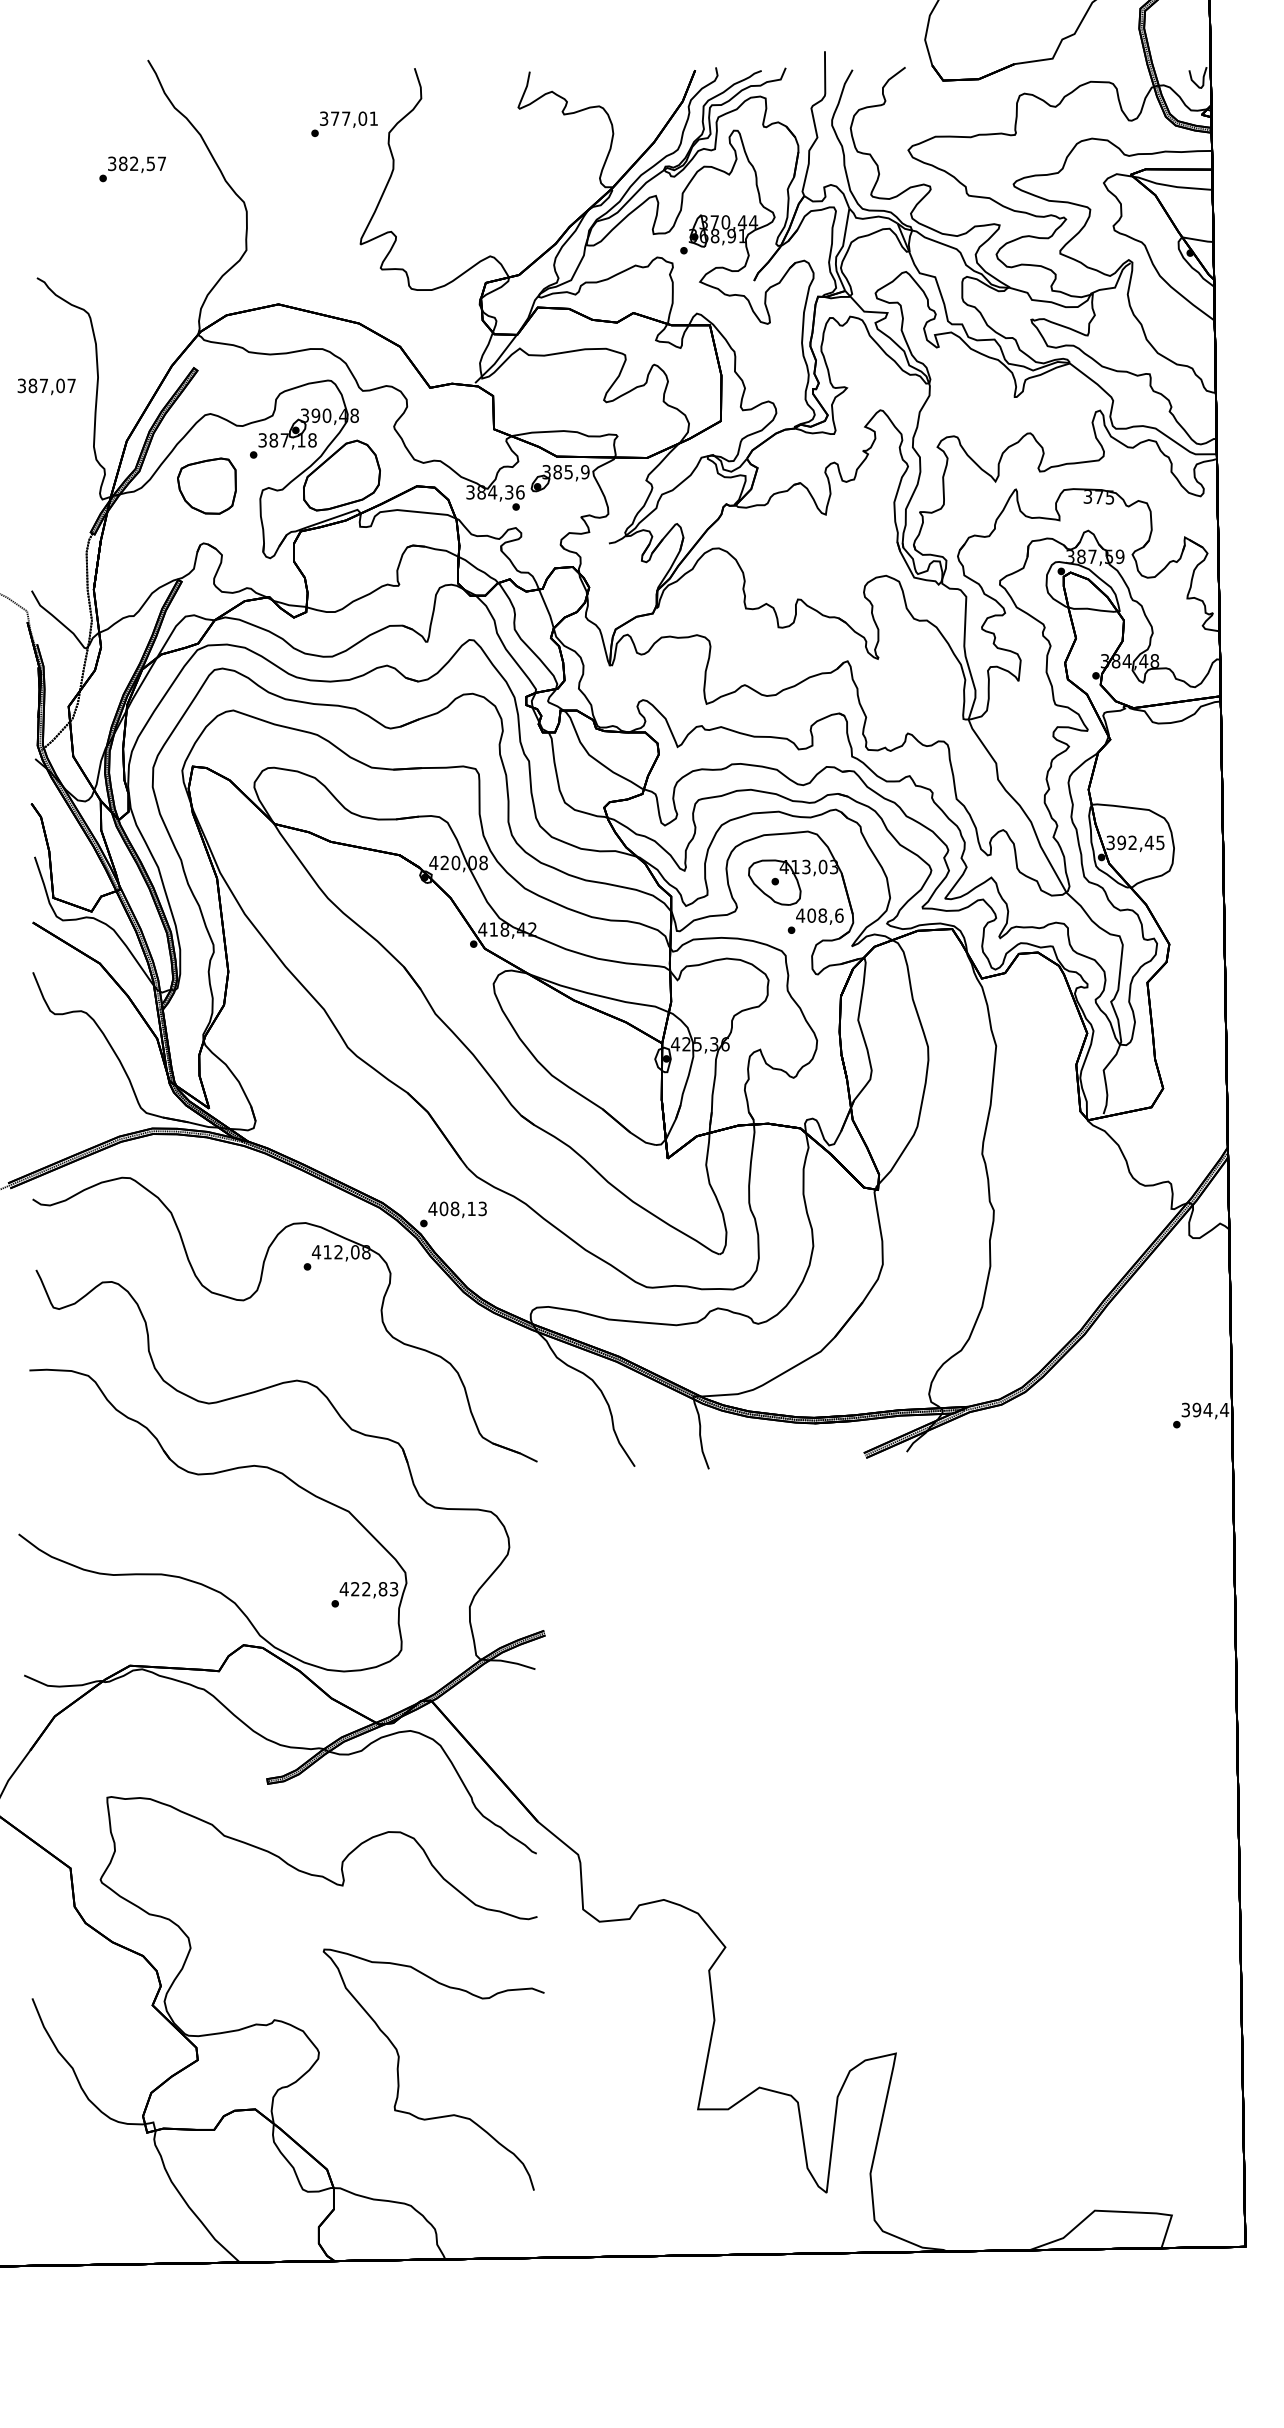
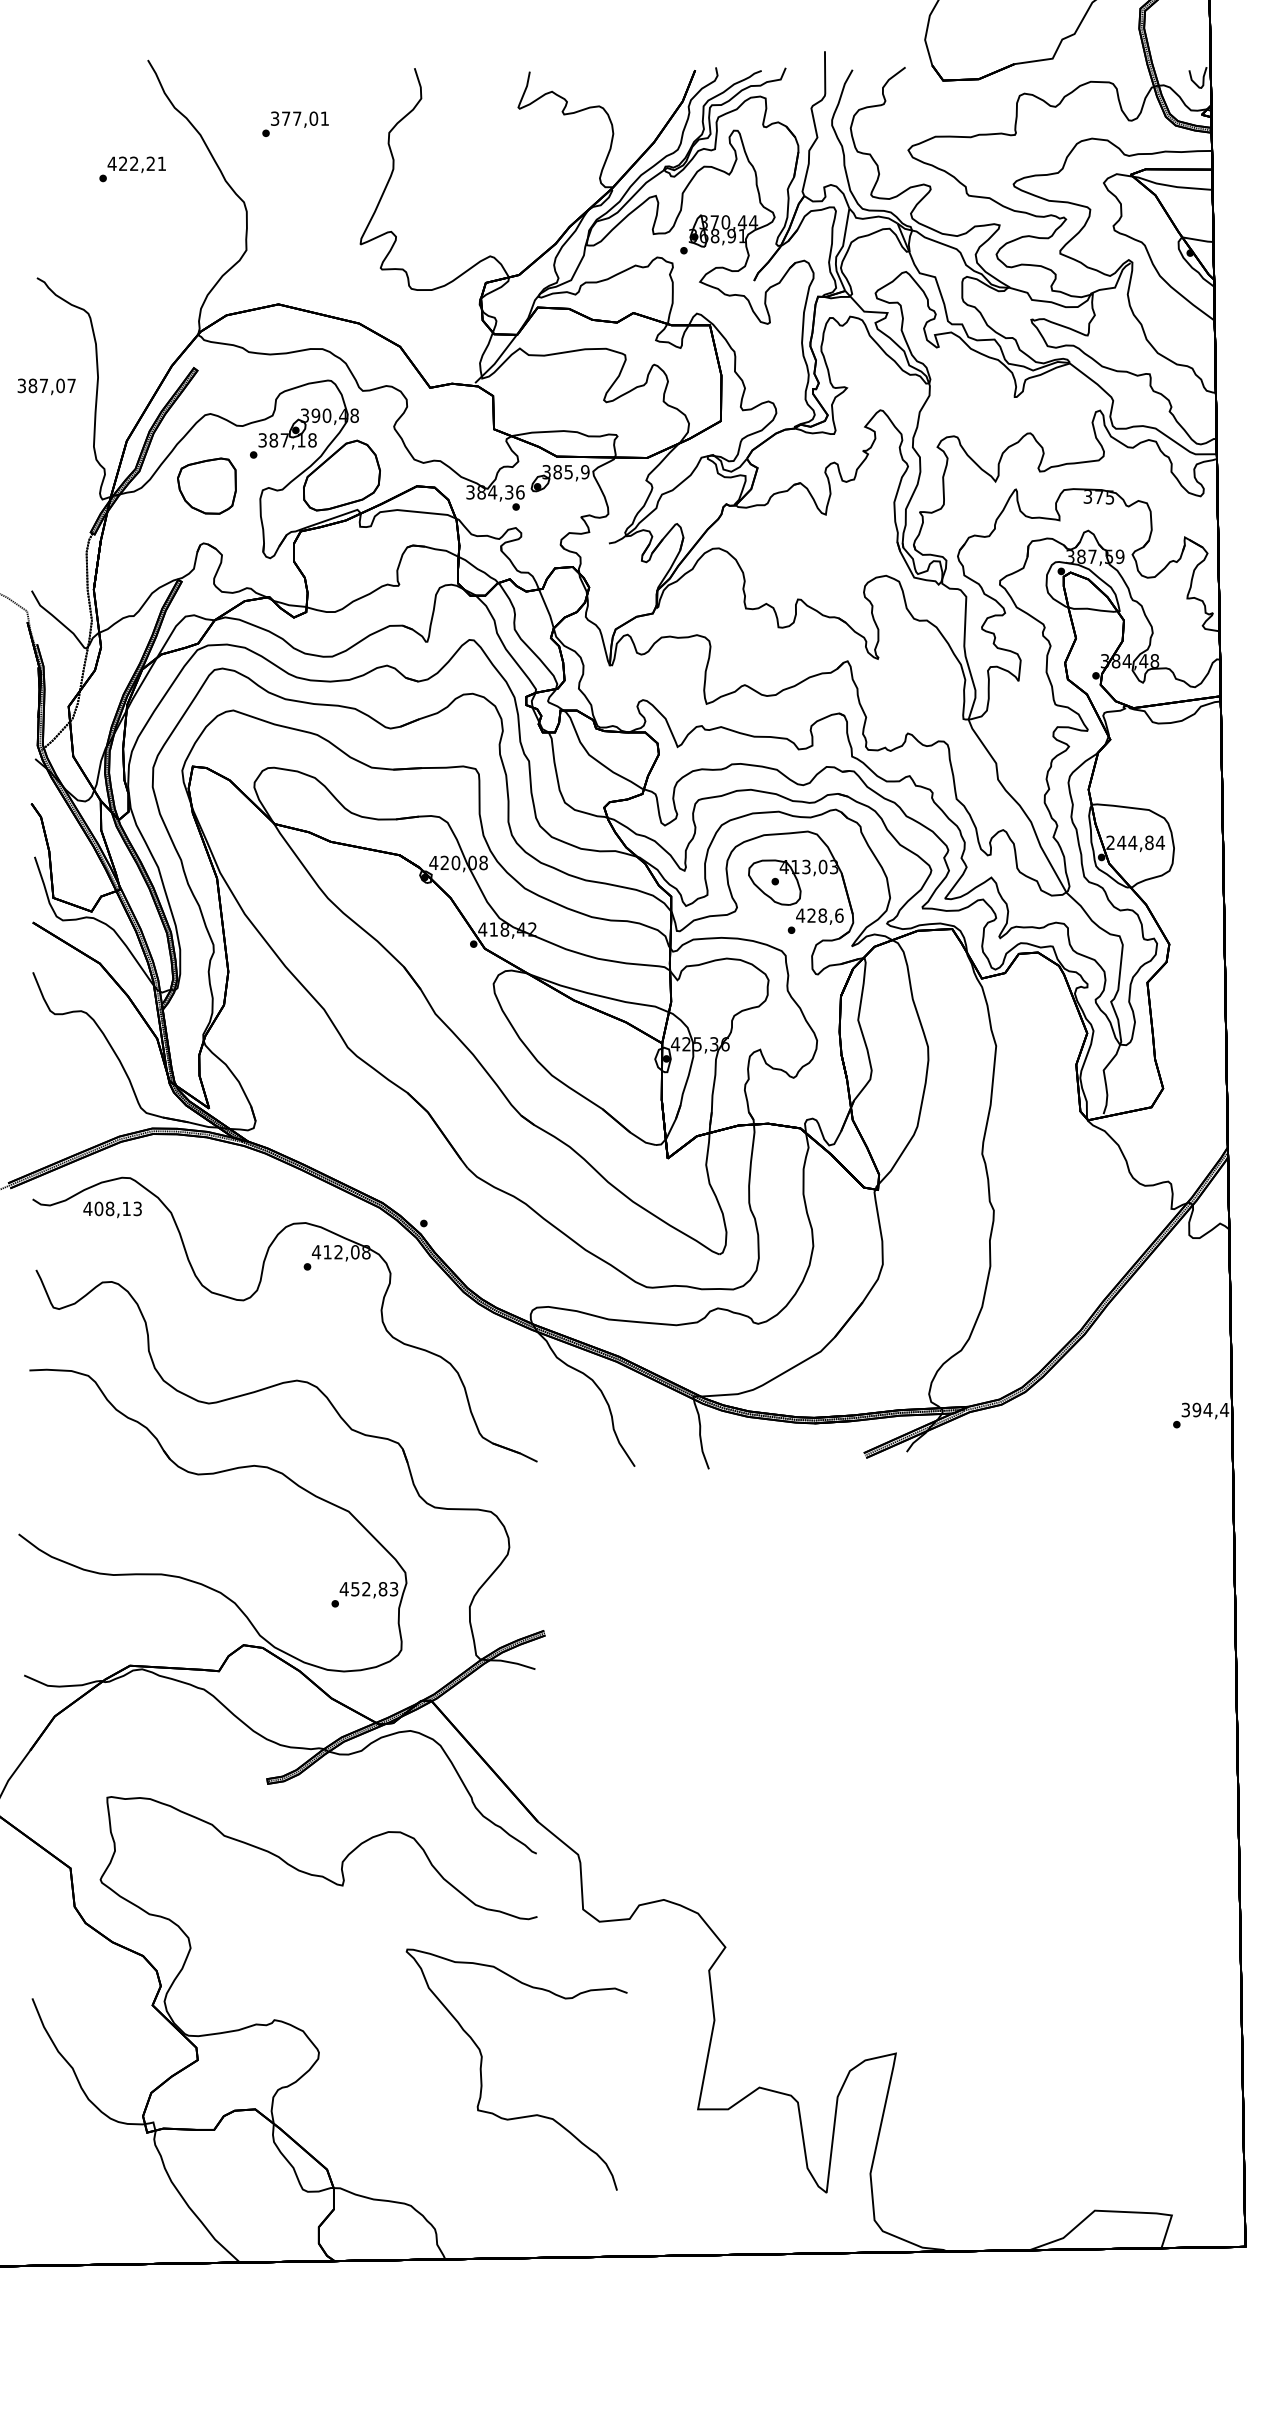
text at (344, 123) position: (344, 123) -> (295, 123)
text at (136, 163): 382,57 -> 422,21
text at (1135, 842): 392,45 -> 244,84
text at (811, 915): 408,6 -> 428,6
text at (457, 1209) position: (457, 1209) -> (112, 1209)
text at (355, 1589): 422,83 -> 452,83
curve at (399, 2063) position: (399, 2063) -> (482, 2063)
